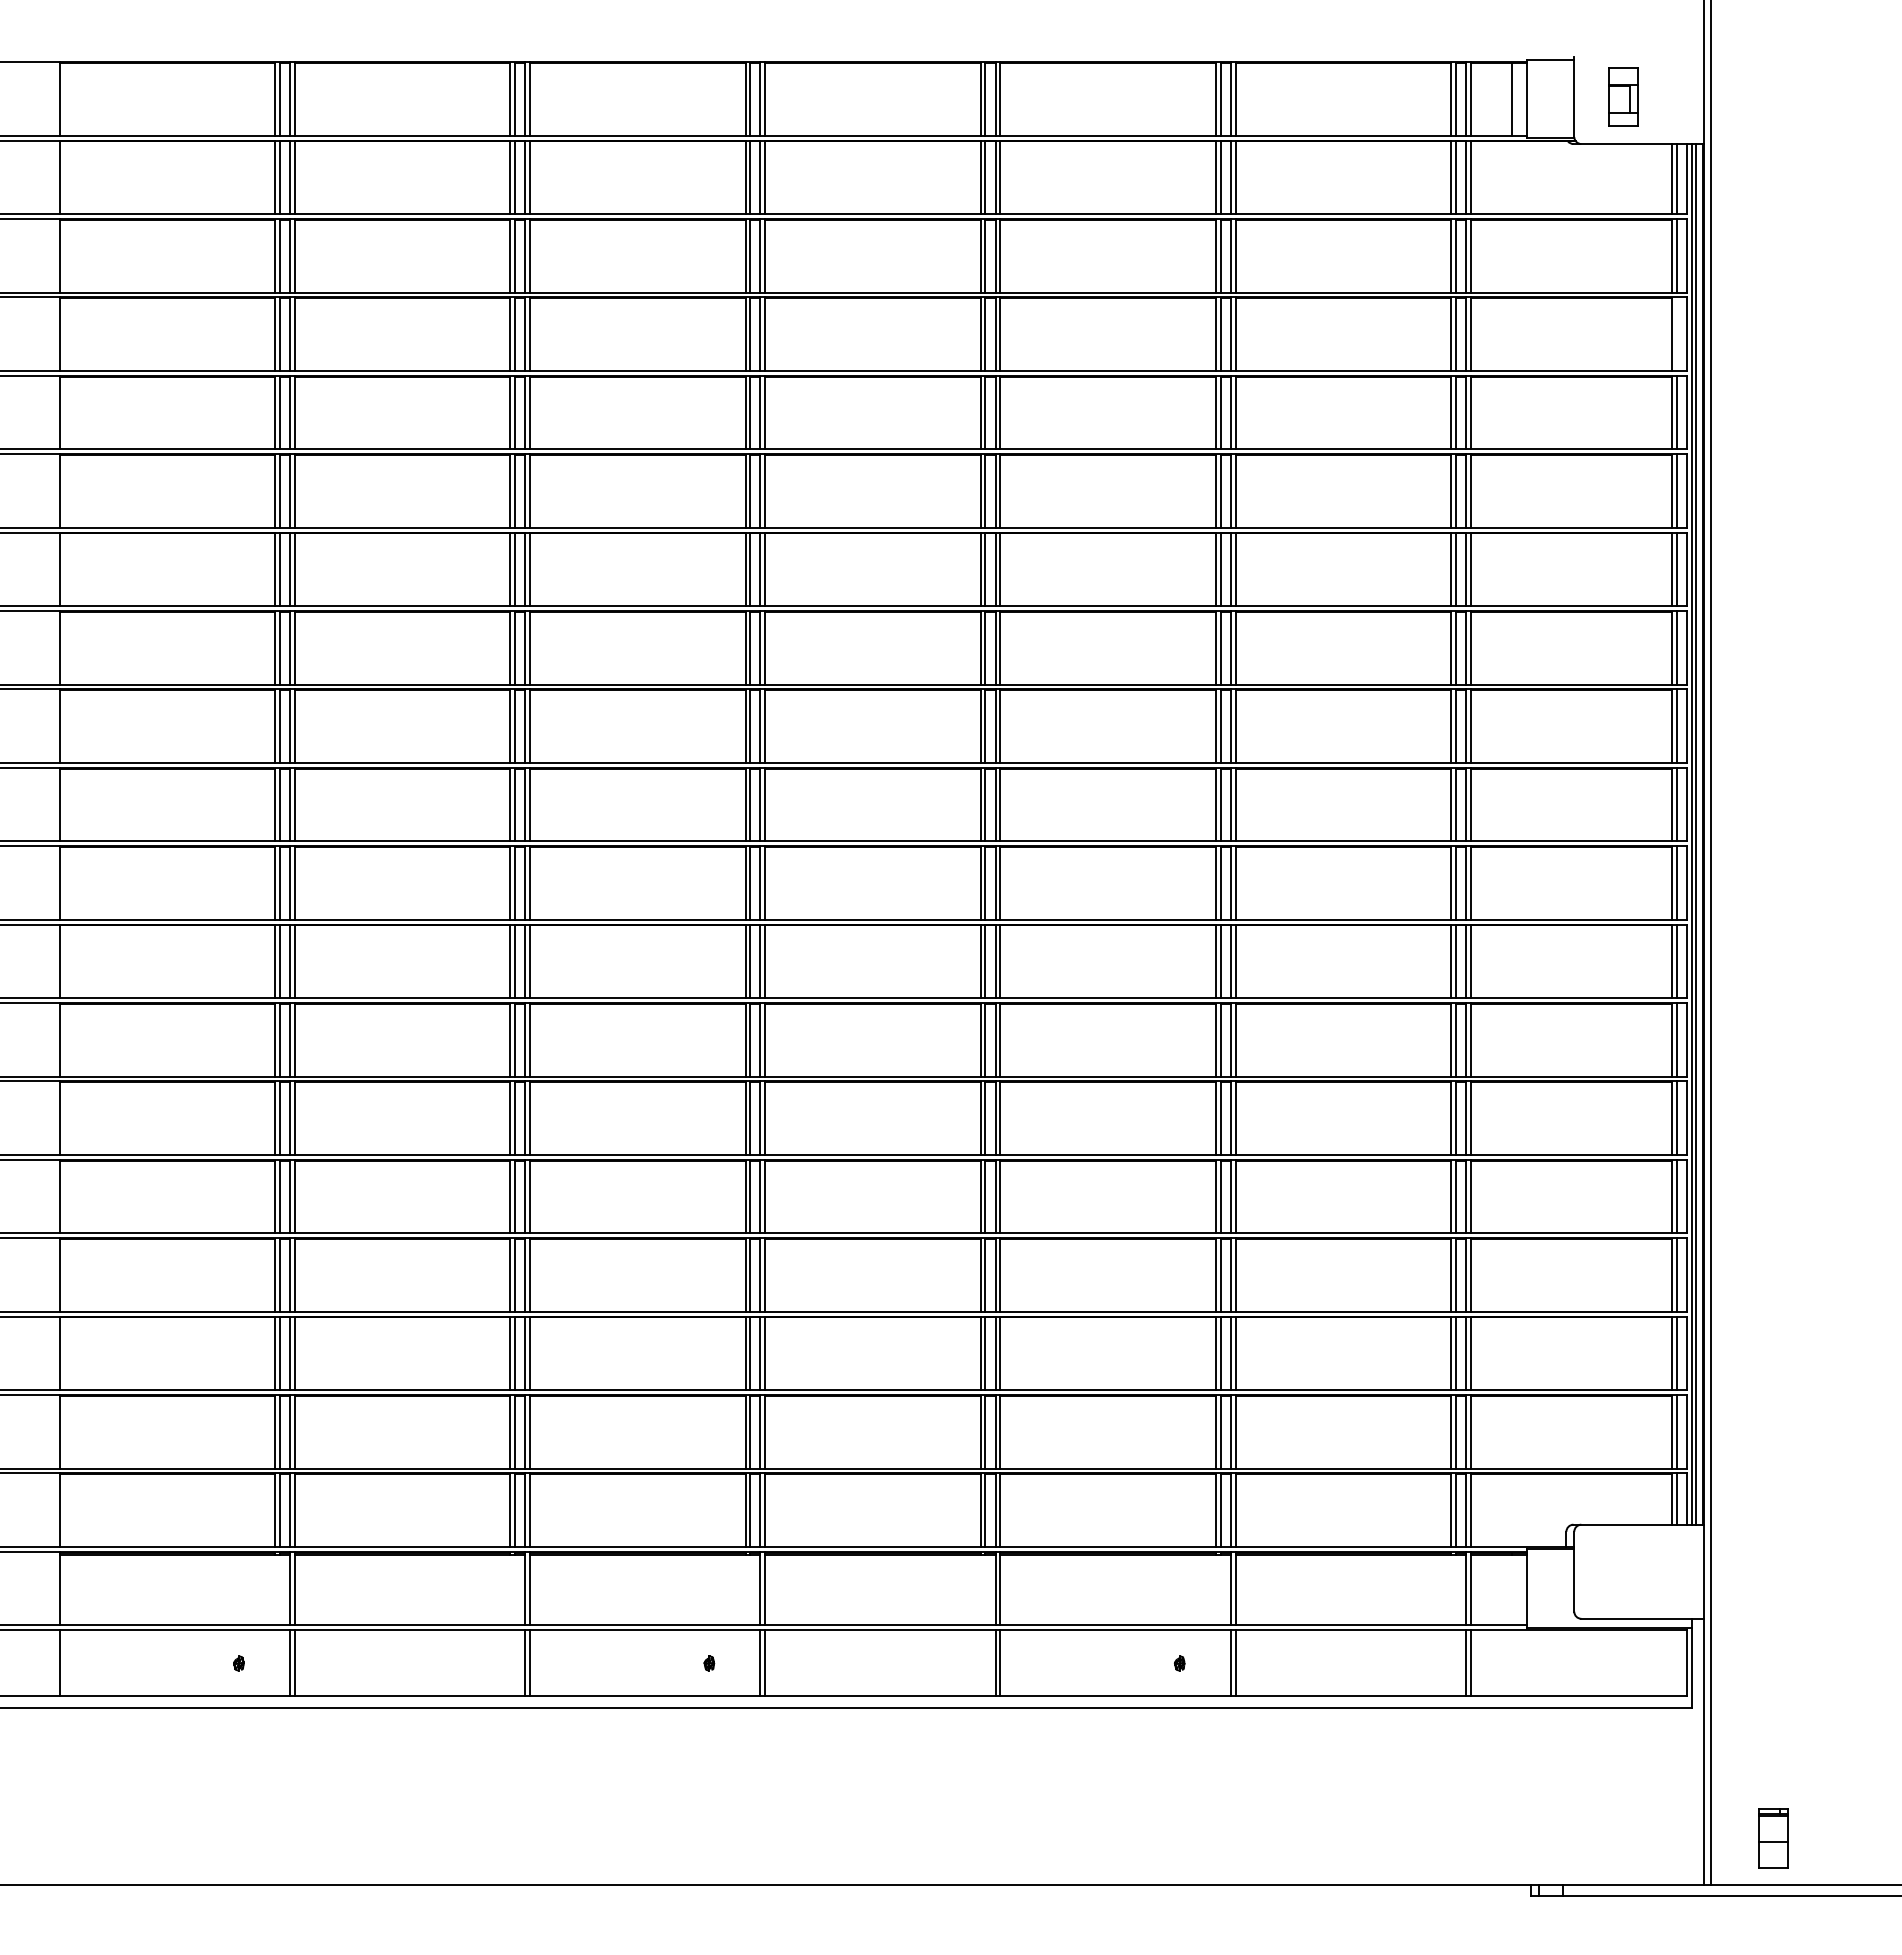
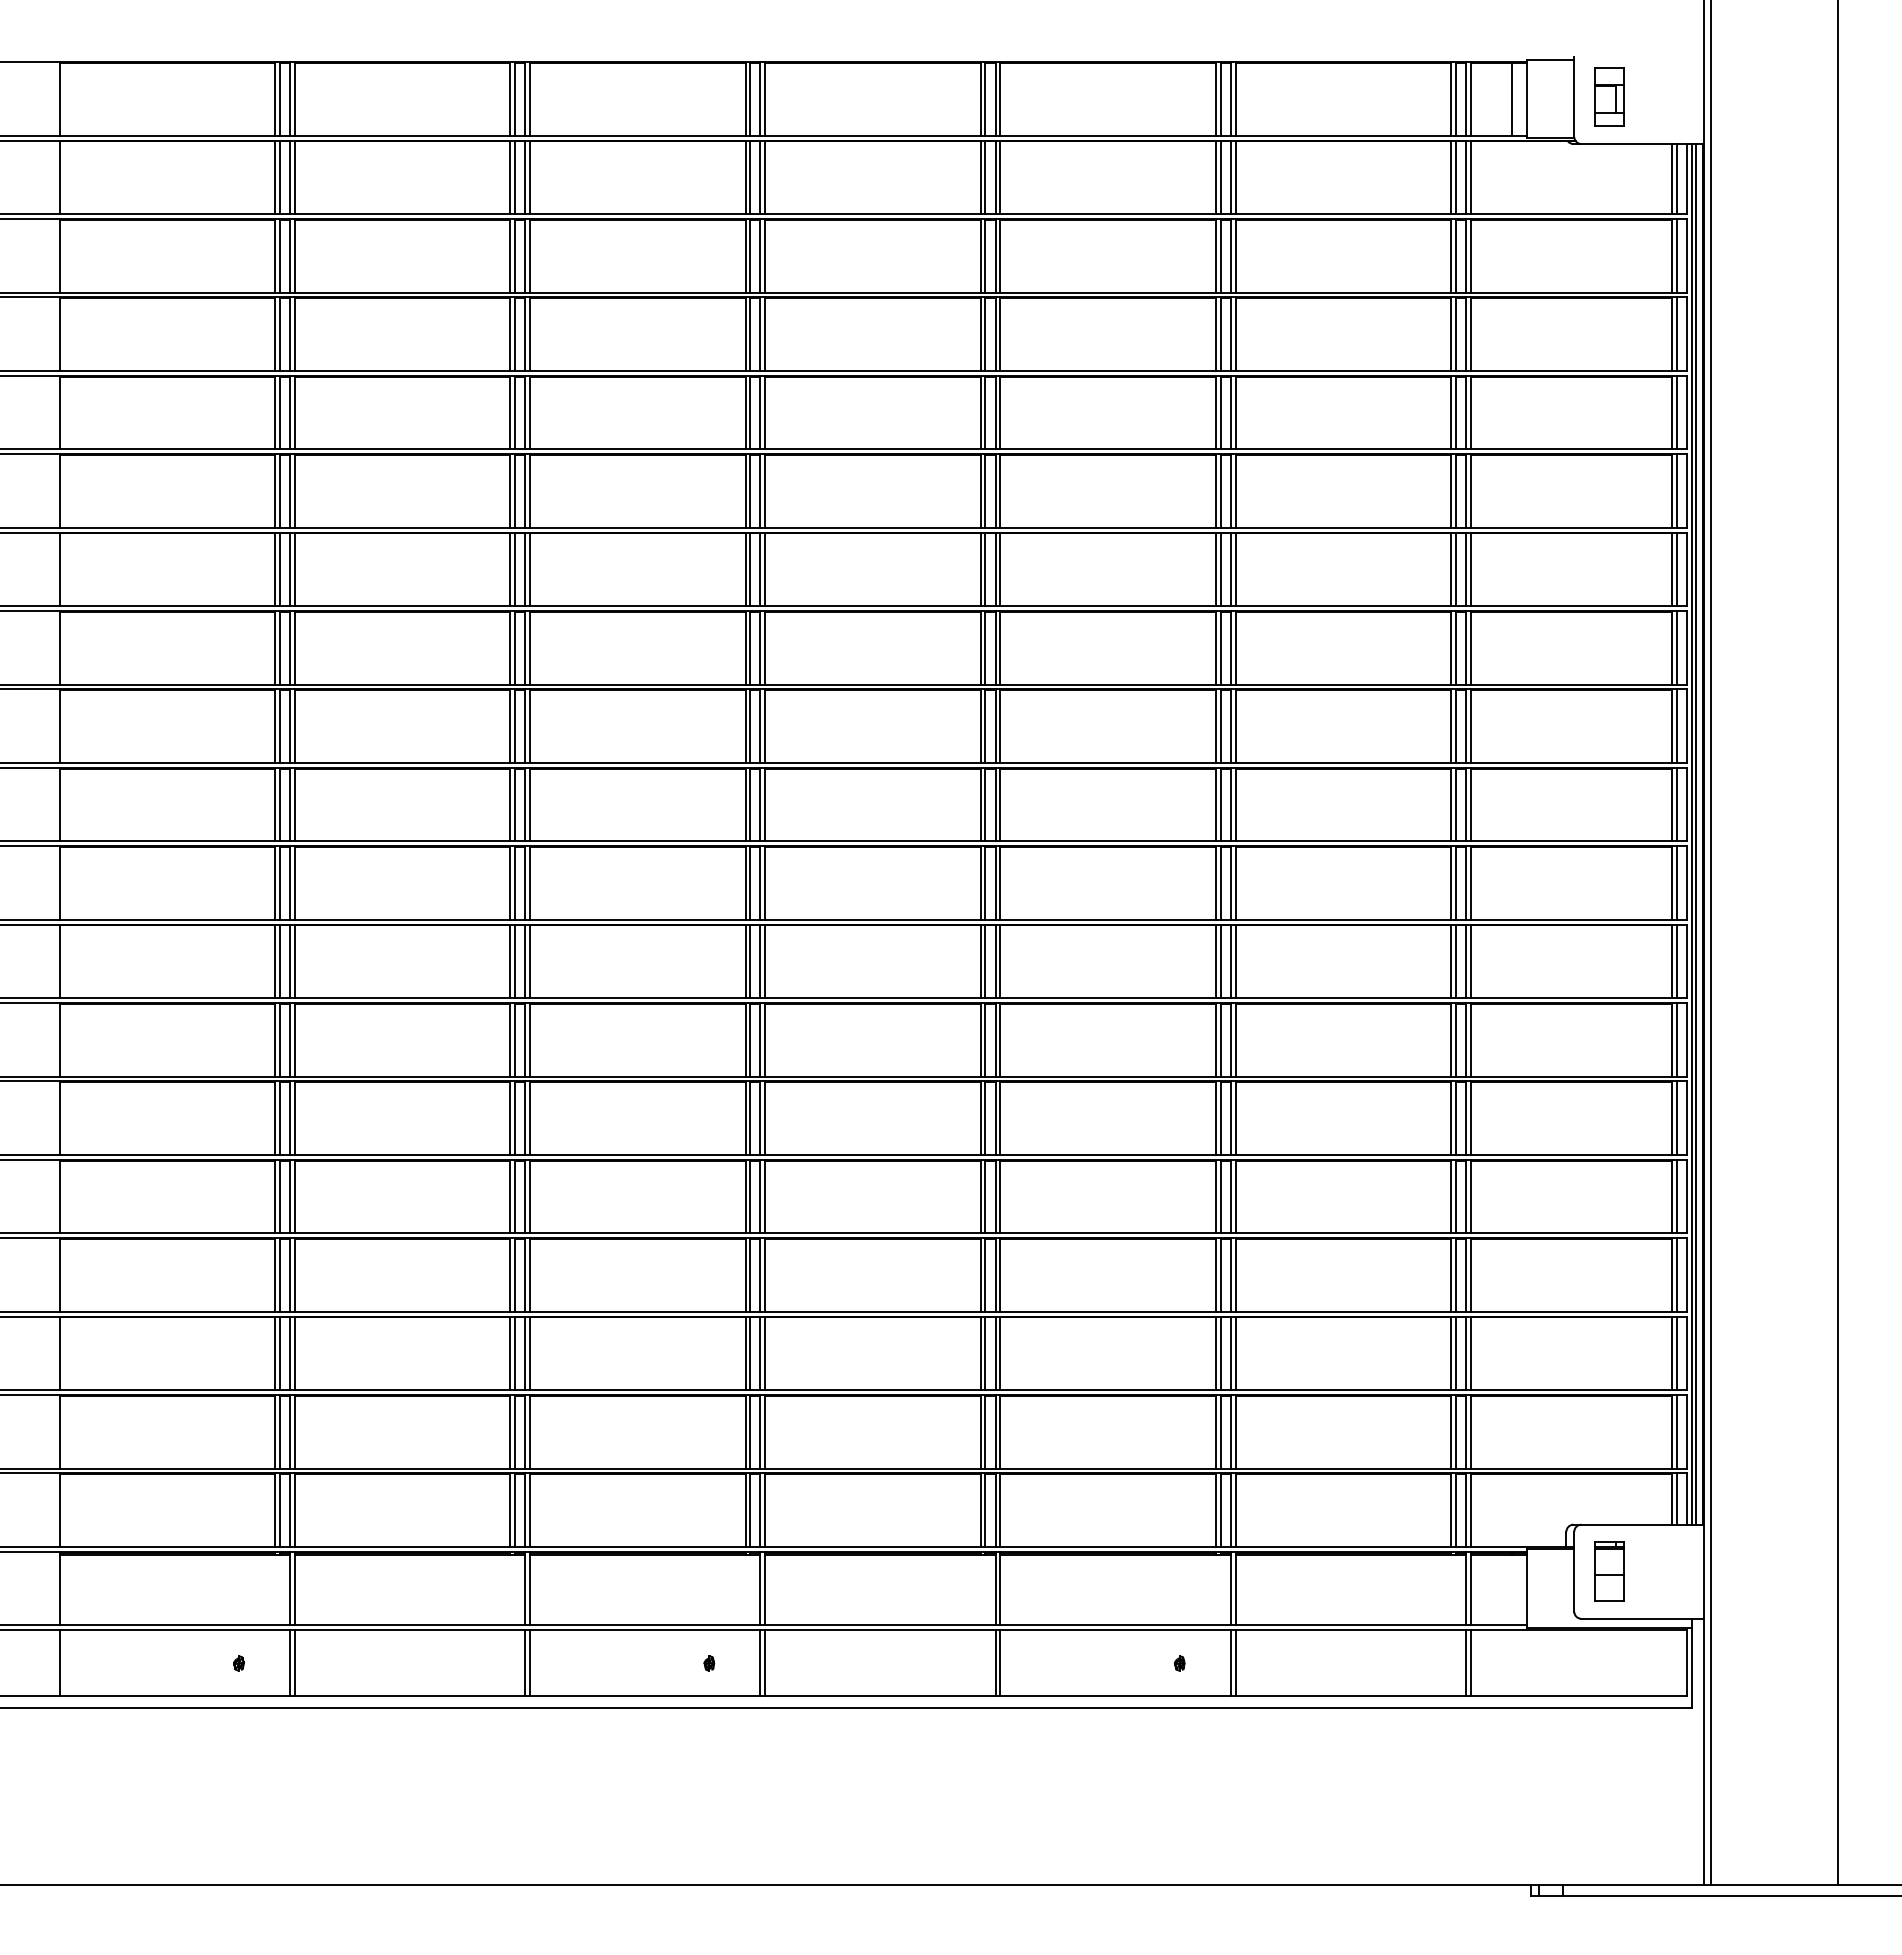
part at (1623, 96) position: (1623, 96) -> (1609, 96)
line at (1676, 334): none -> present
line at (1837, 943): none -> present
part at (1773, 1838) position: (1773, 1838) -> (1609, 1571)
